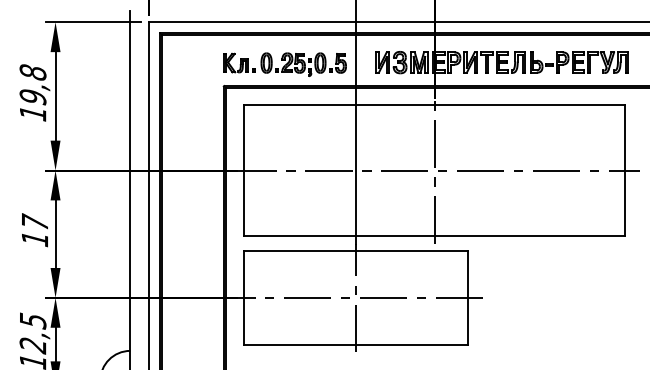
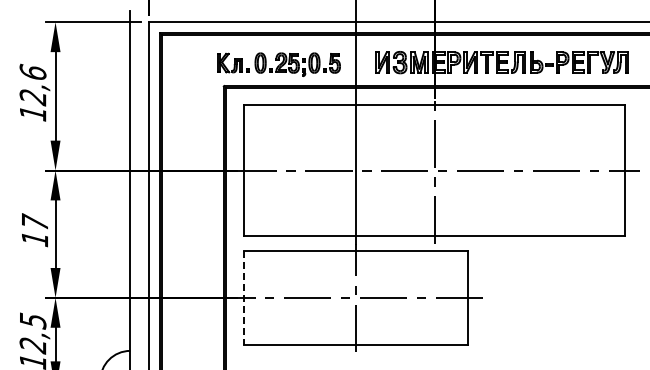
part at (284, 64) position: (284, 64) -> (278, 64)
text at (32, 84): 19,8 -> 12,6
line at (244, 297): solid -> dashed
